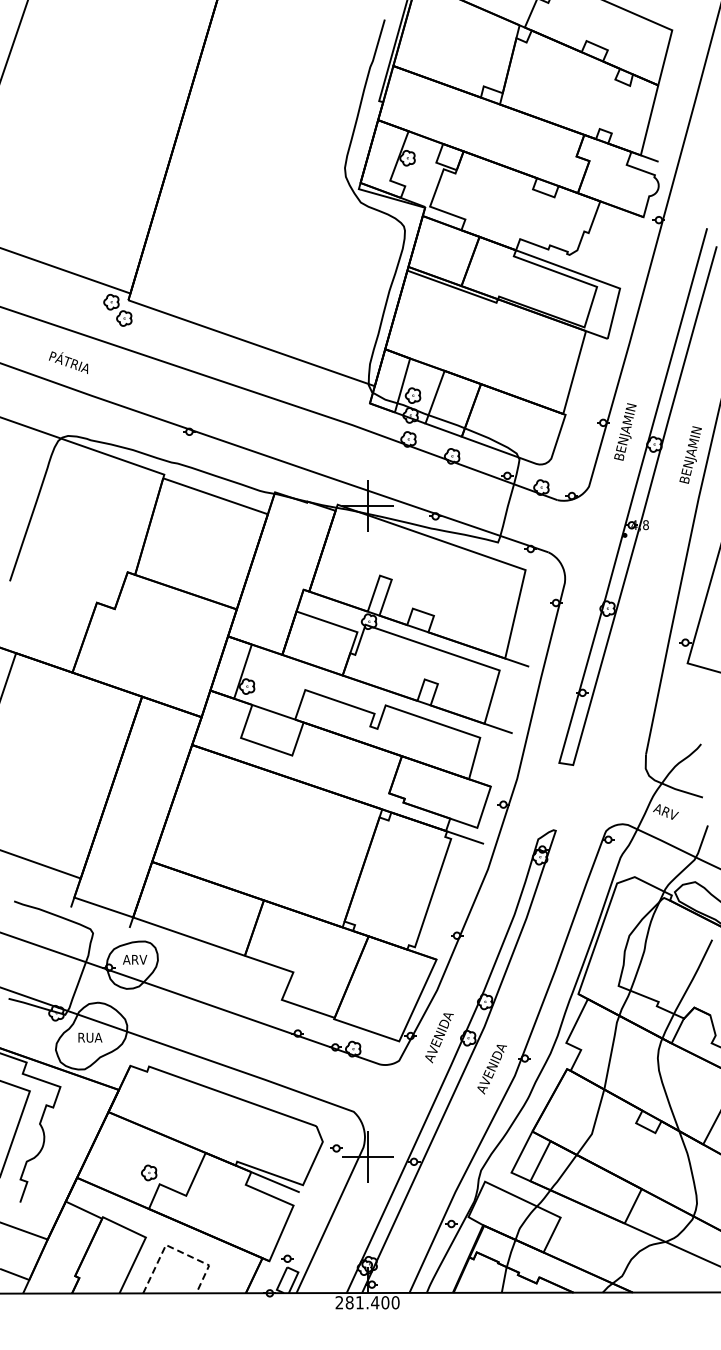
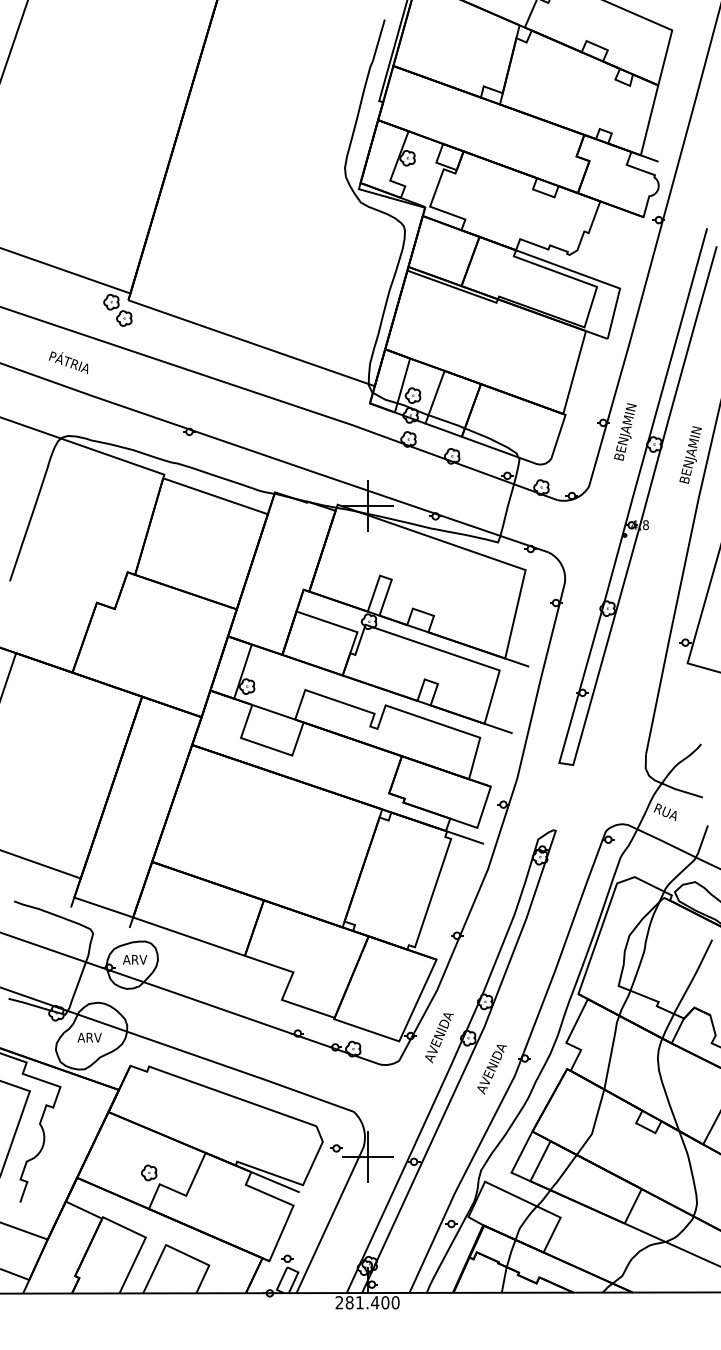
text at (665, 812): ARV -> RUA
text at (89, 1037): RUA -> ARV
line at (177, 1250): dashed -> solid
